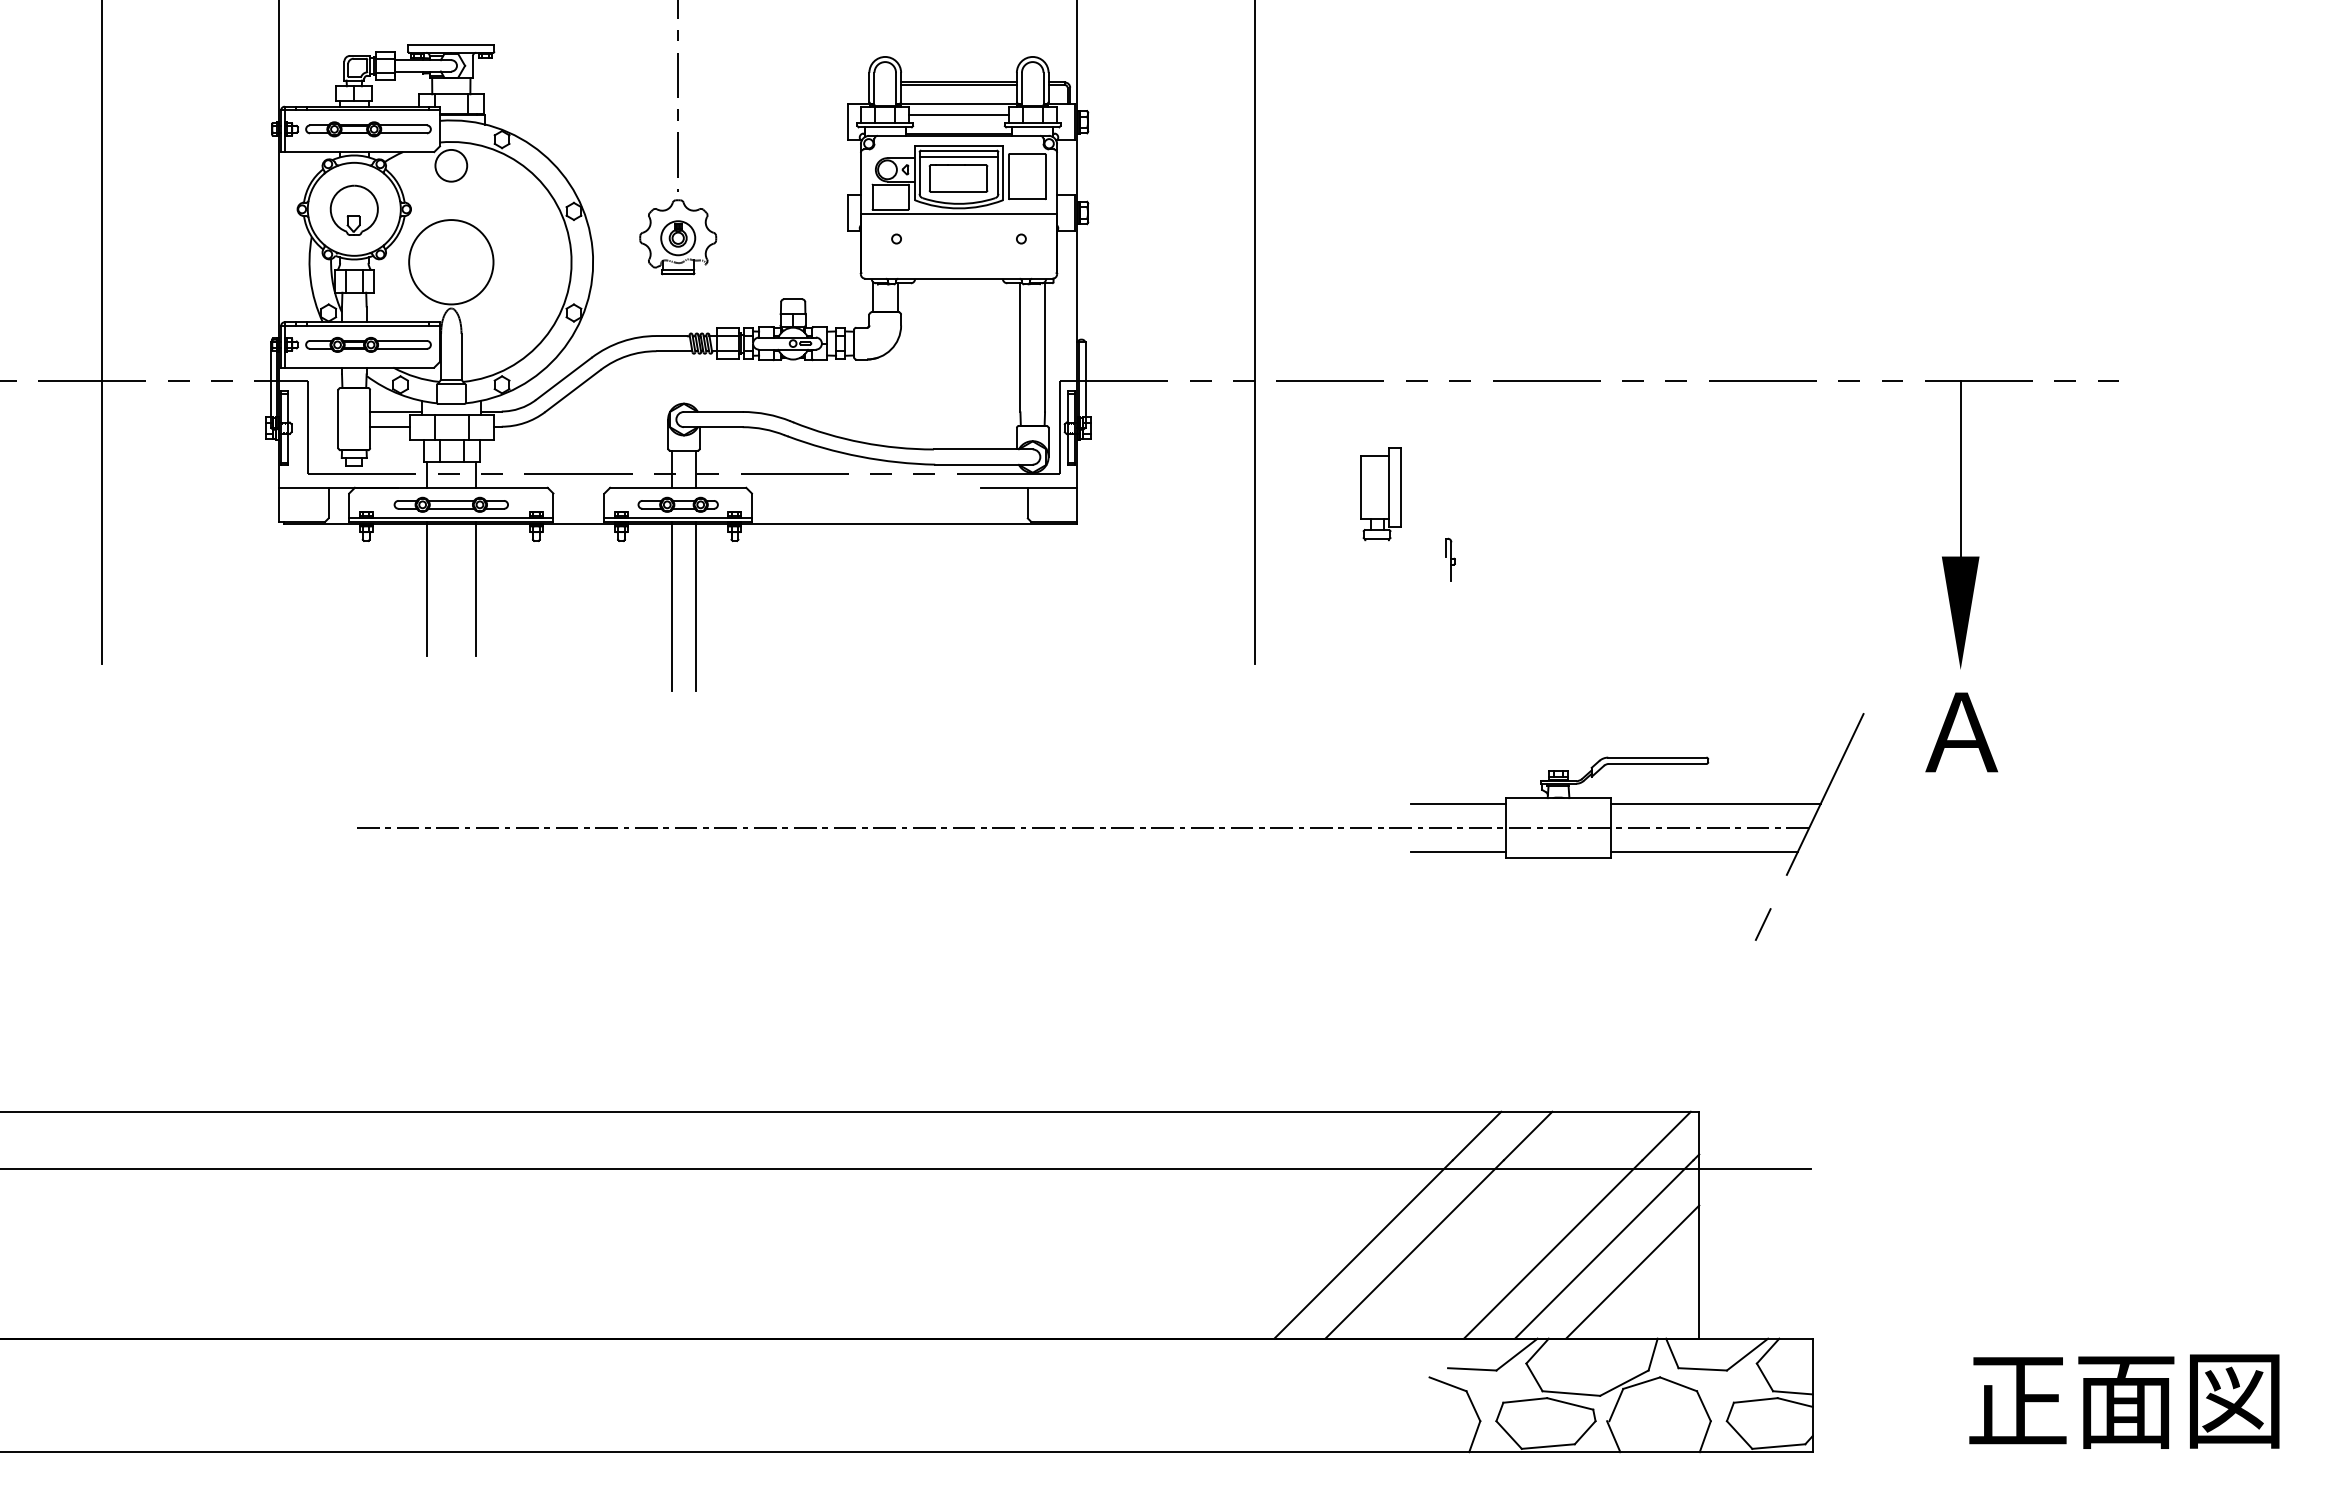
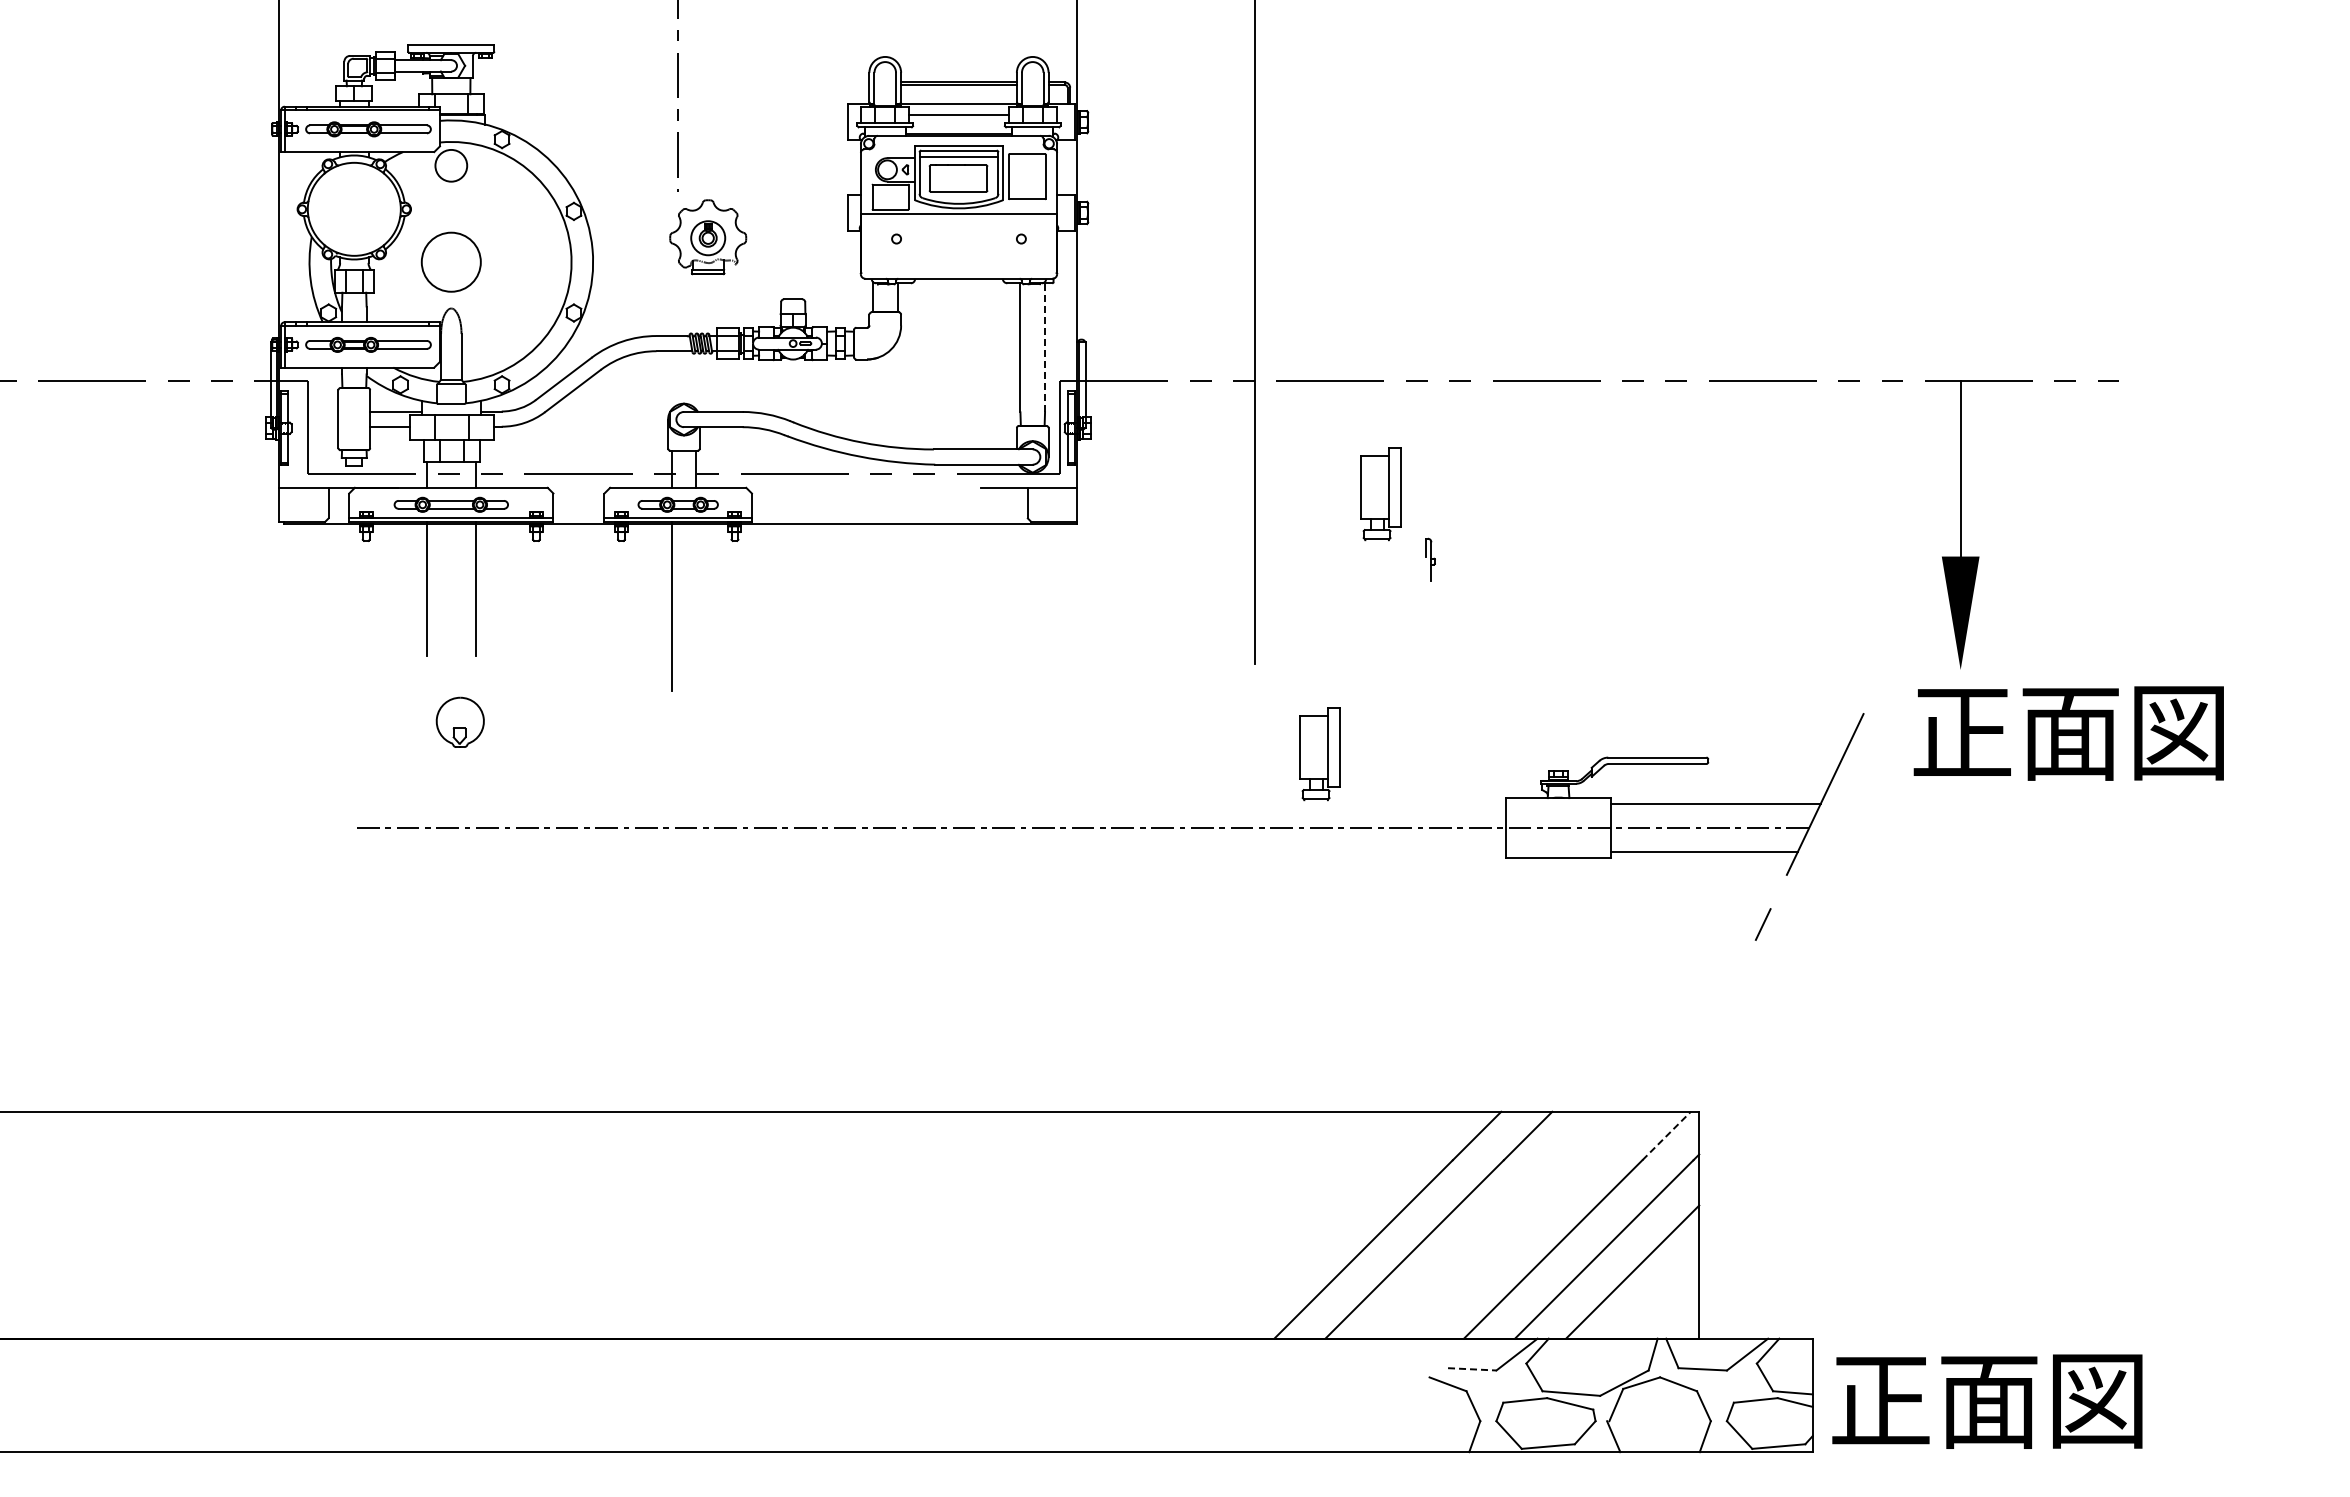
part at (353, 209) position: (353, 209) -> (459, 721)
part at (678, 237) position: (678, 237) -> (708, 237)
circle at (451, 262) diameter: 84 px -> 59 px
line at (101, 333): present -> none
line at (1045, 347): solid -> dashed
part at (1450, 559) position: (1450, 559) -> (1430, 559)
line at (696, 606): present -> none
text at (2068, 733): Ａ -> 正面図
part at (1319, 754): none -> present
line at (1458, 803): present -> none
line at (1458, 852): present -> none
line at (1666, 1135): solid -> dashed
line at (906, 1168): present -> none
line at (1472, 1369): solid -> dashed
text at (2124, 1401) position: (2124, 1401) -> (1987, 1401)
